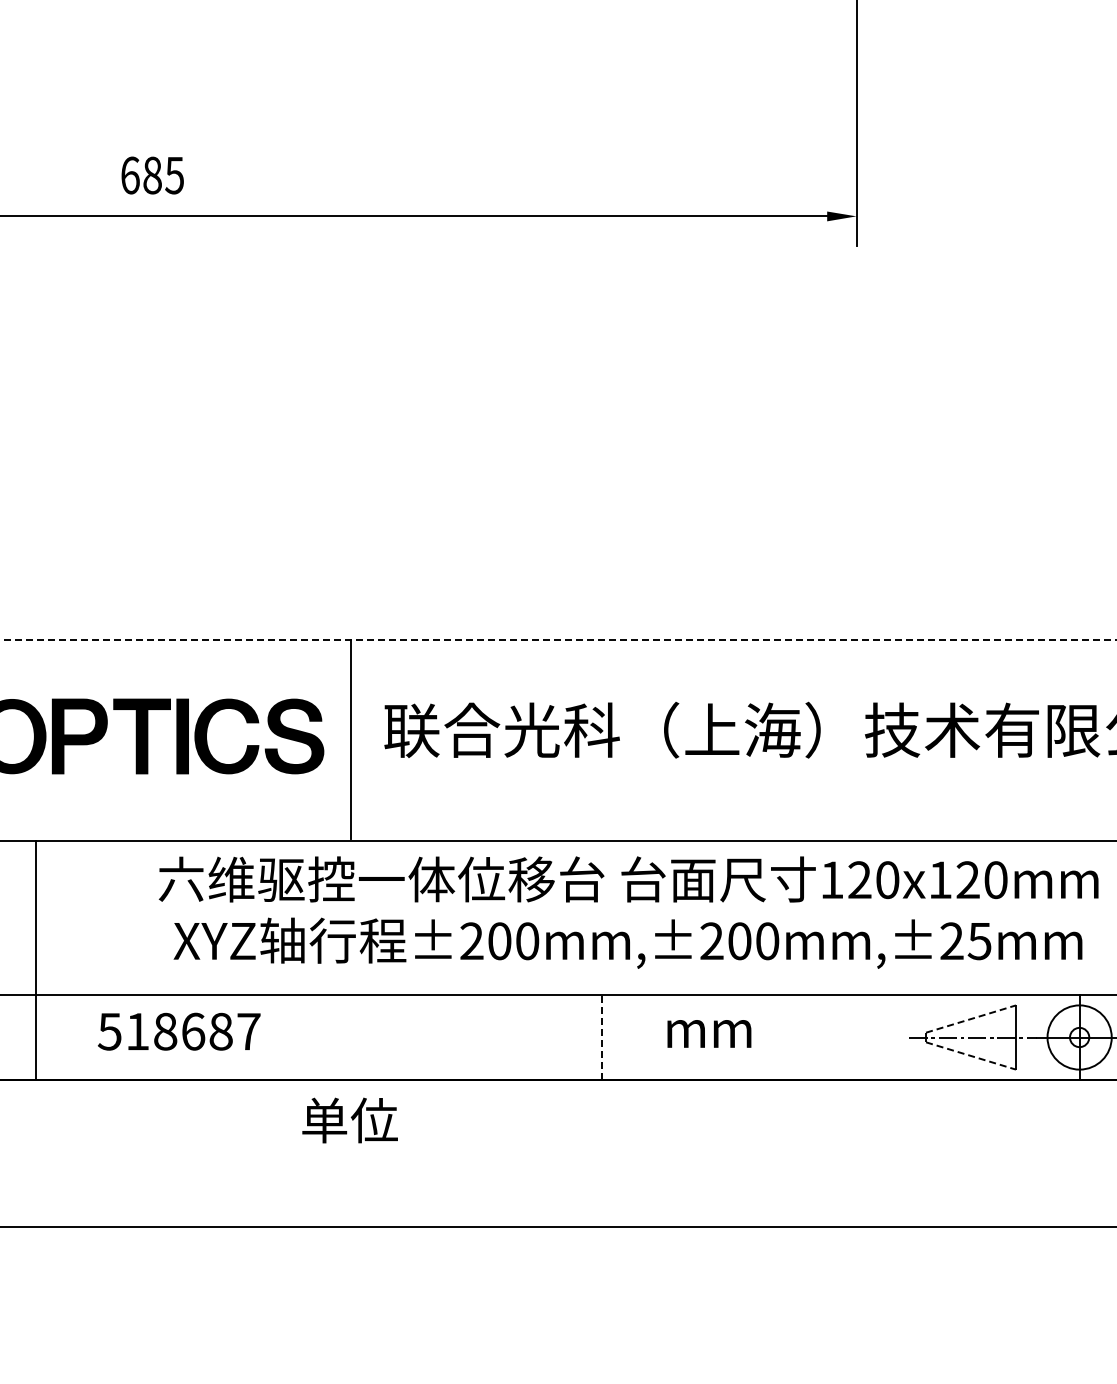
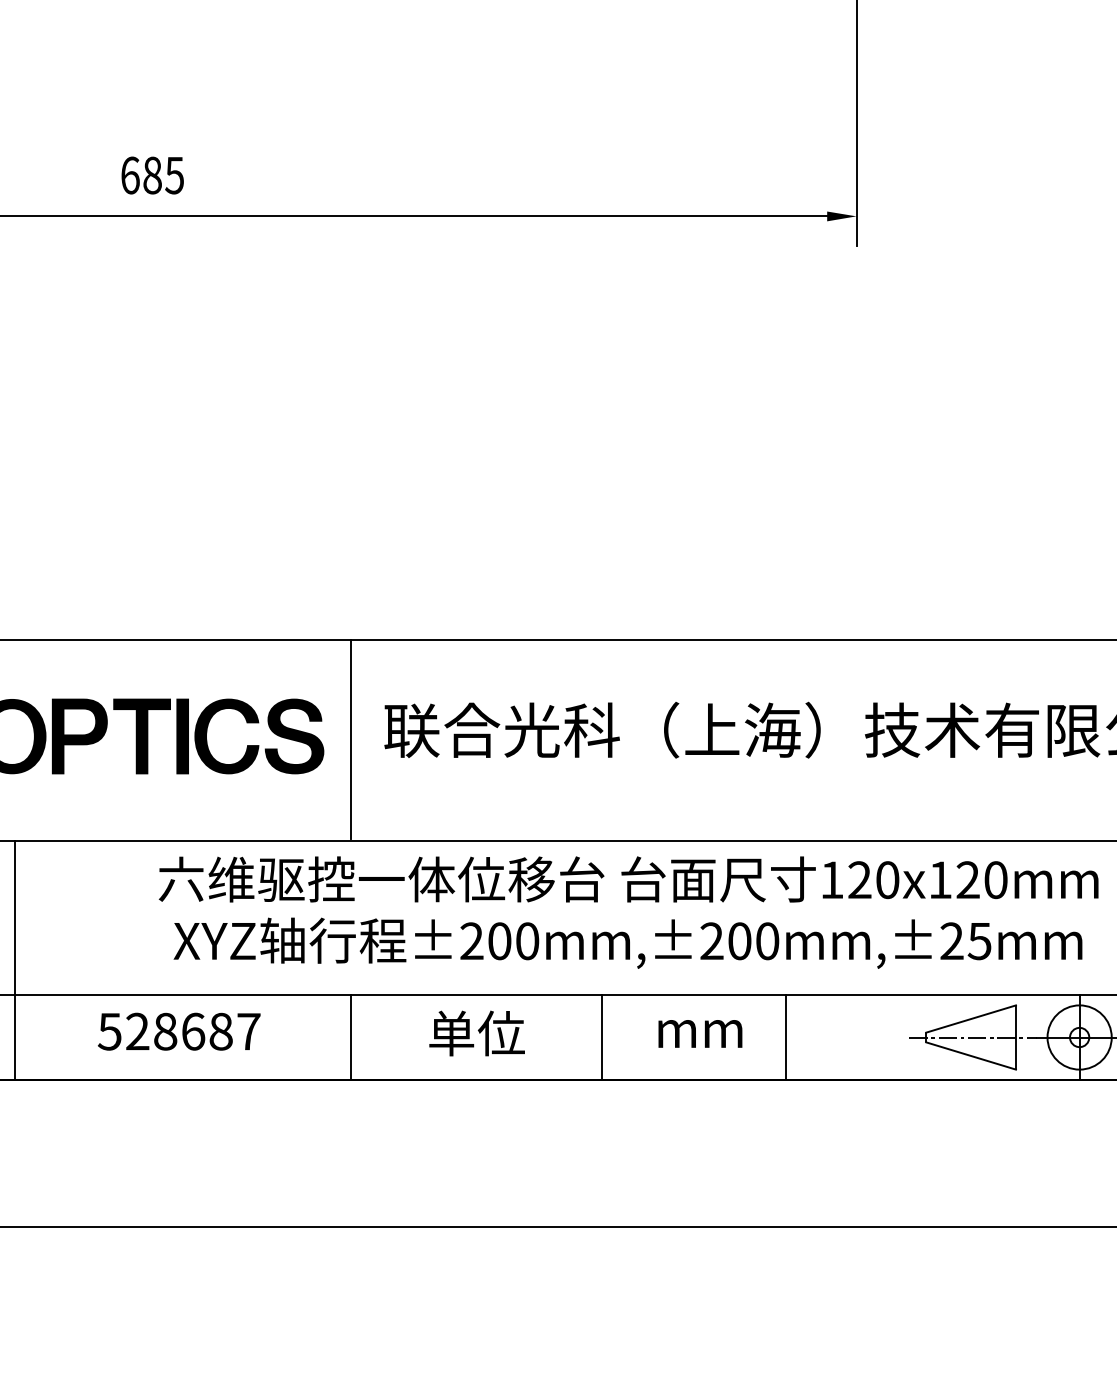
line at (558, 640): dashed -> solid
line at (36, 960) position: (36, 960) -> (15, 960)
line at (971, 1019): dashed -> solid
text at (137, 1031): 518687 -> 528687
text at (709, 1033) position: (709, 1033) -> (700, 1033)
line at (351, 1037): none -> present
line at (602, 1037): dashed -> solid
line at (786, 1037): none -> present
line at (971, 1055): dashed -> solid
text at (349, 1120) position: (349, 1120) -> (476, 1033)
